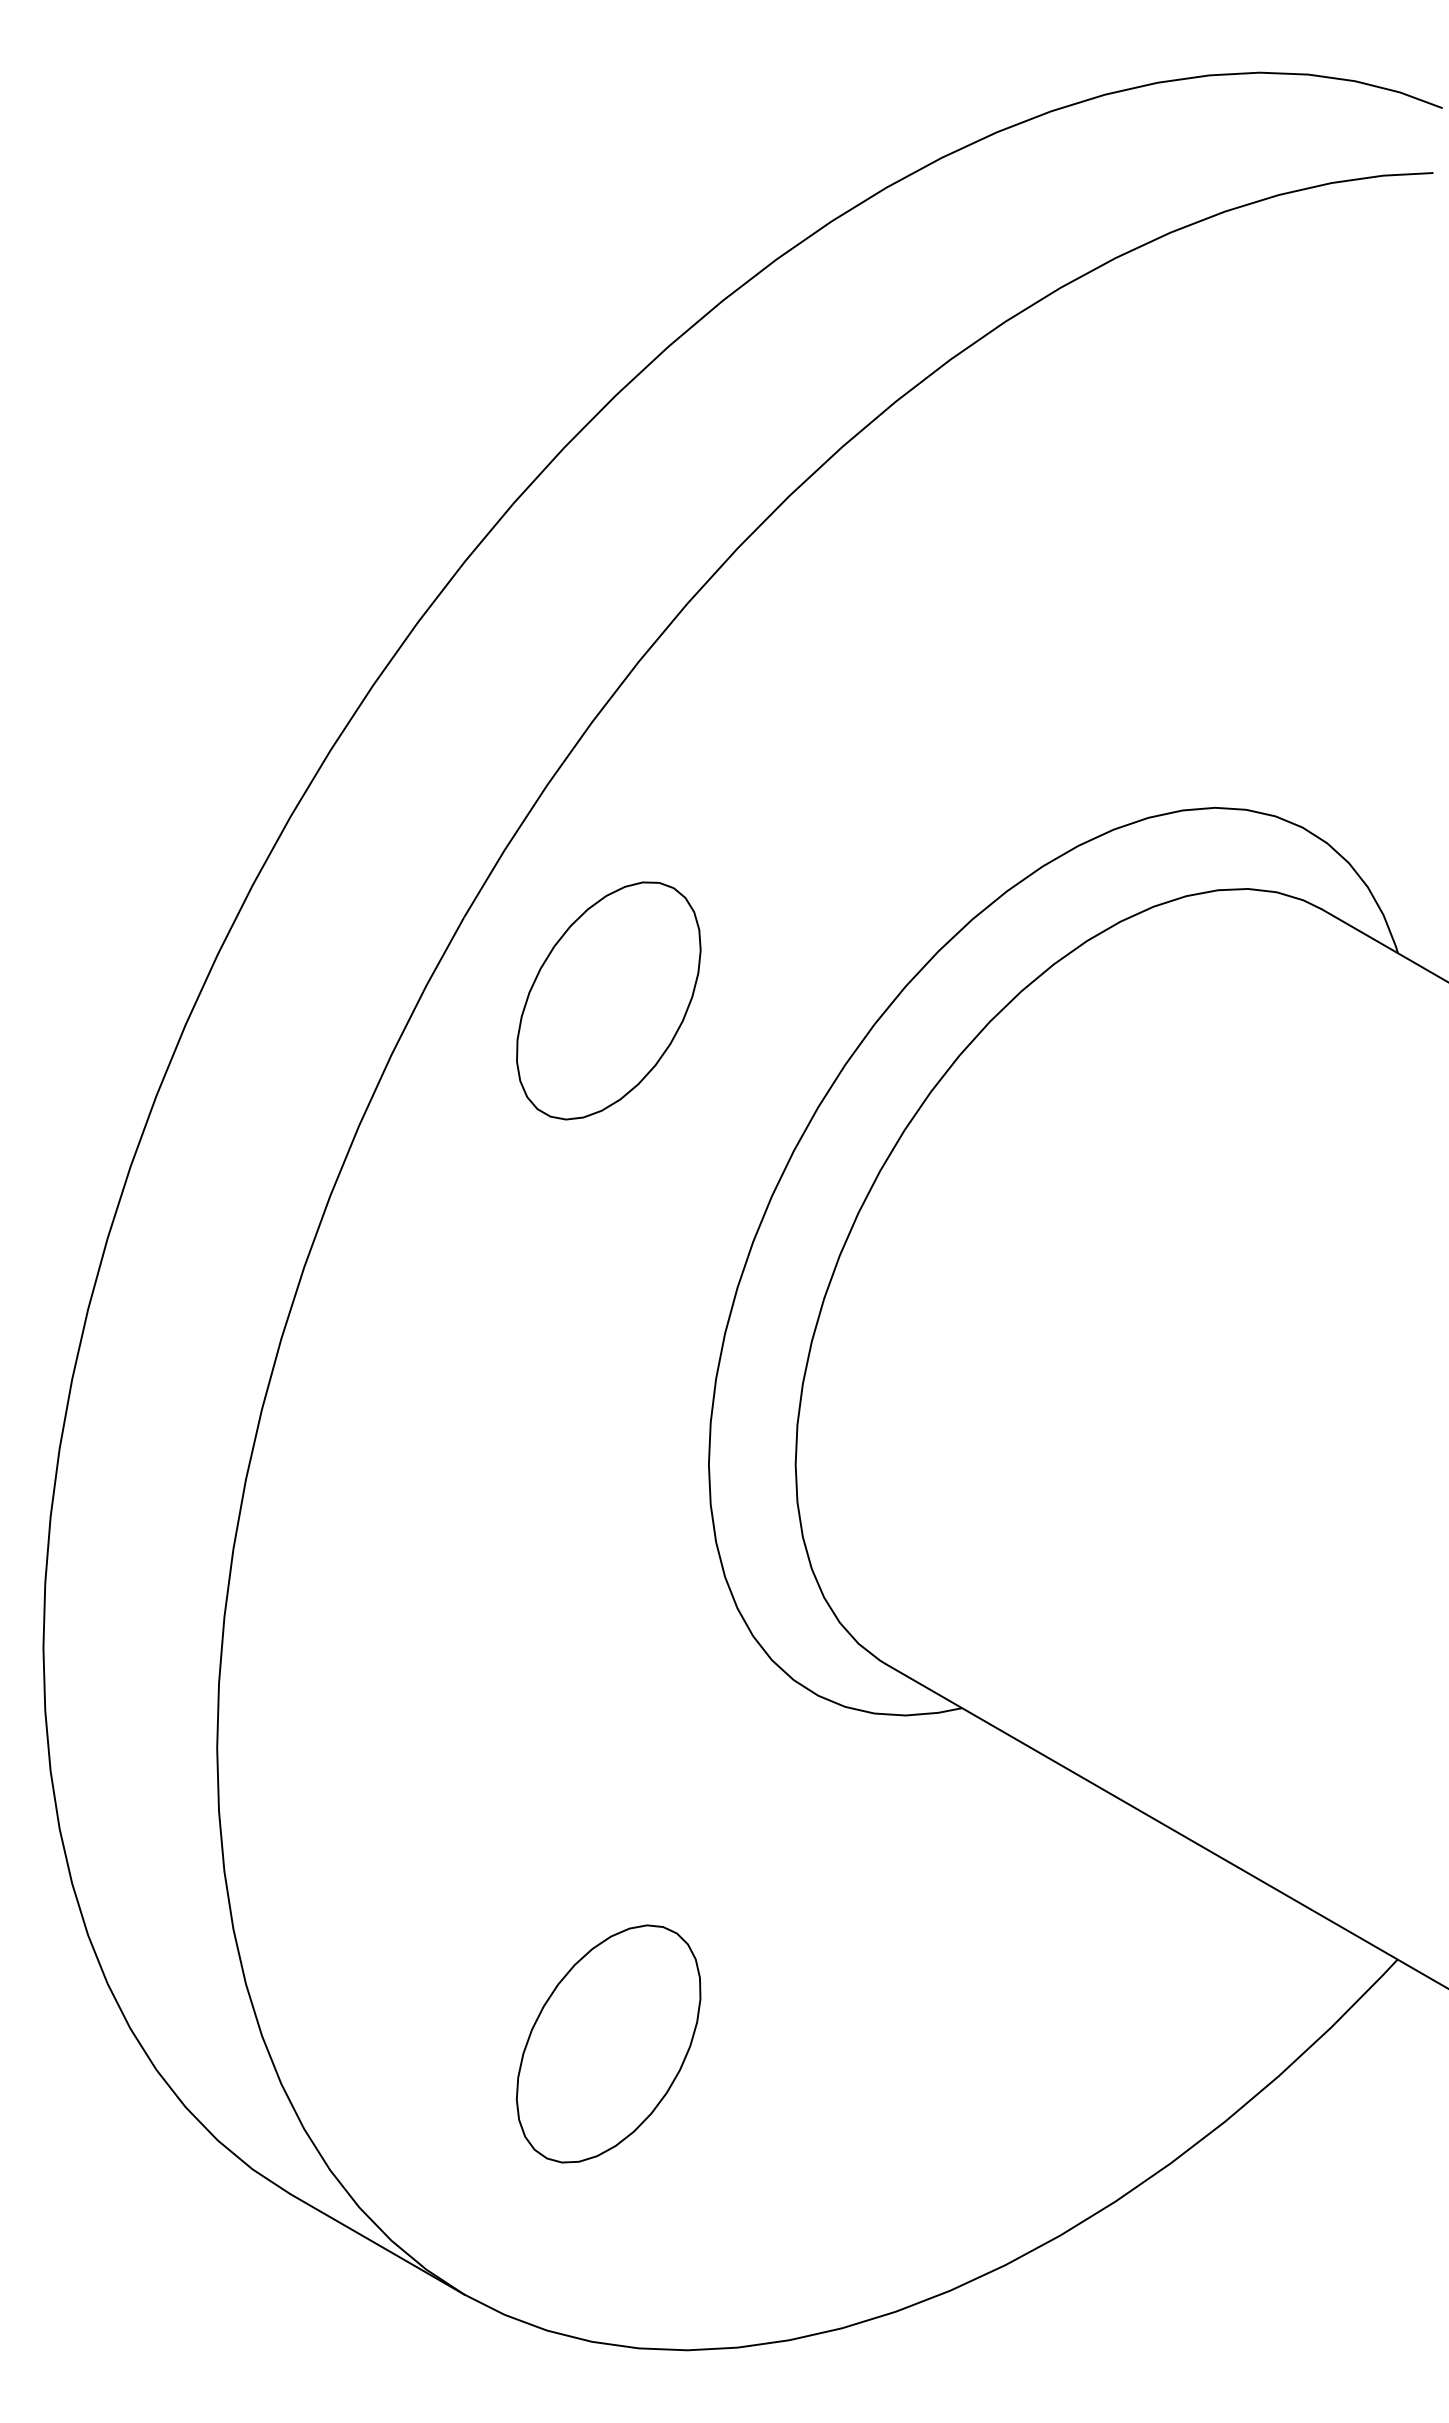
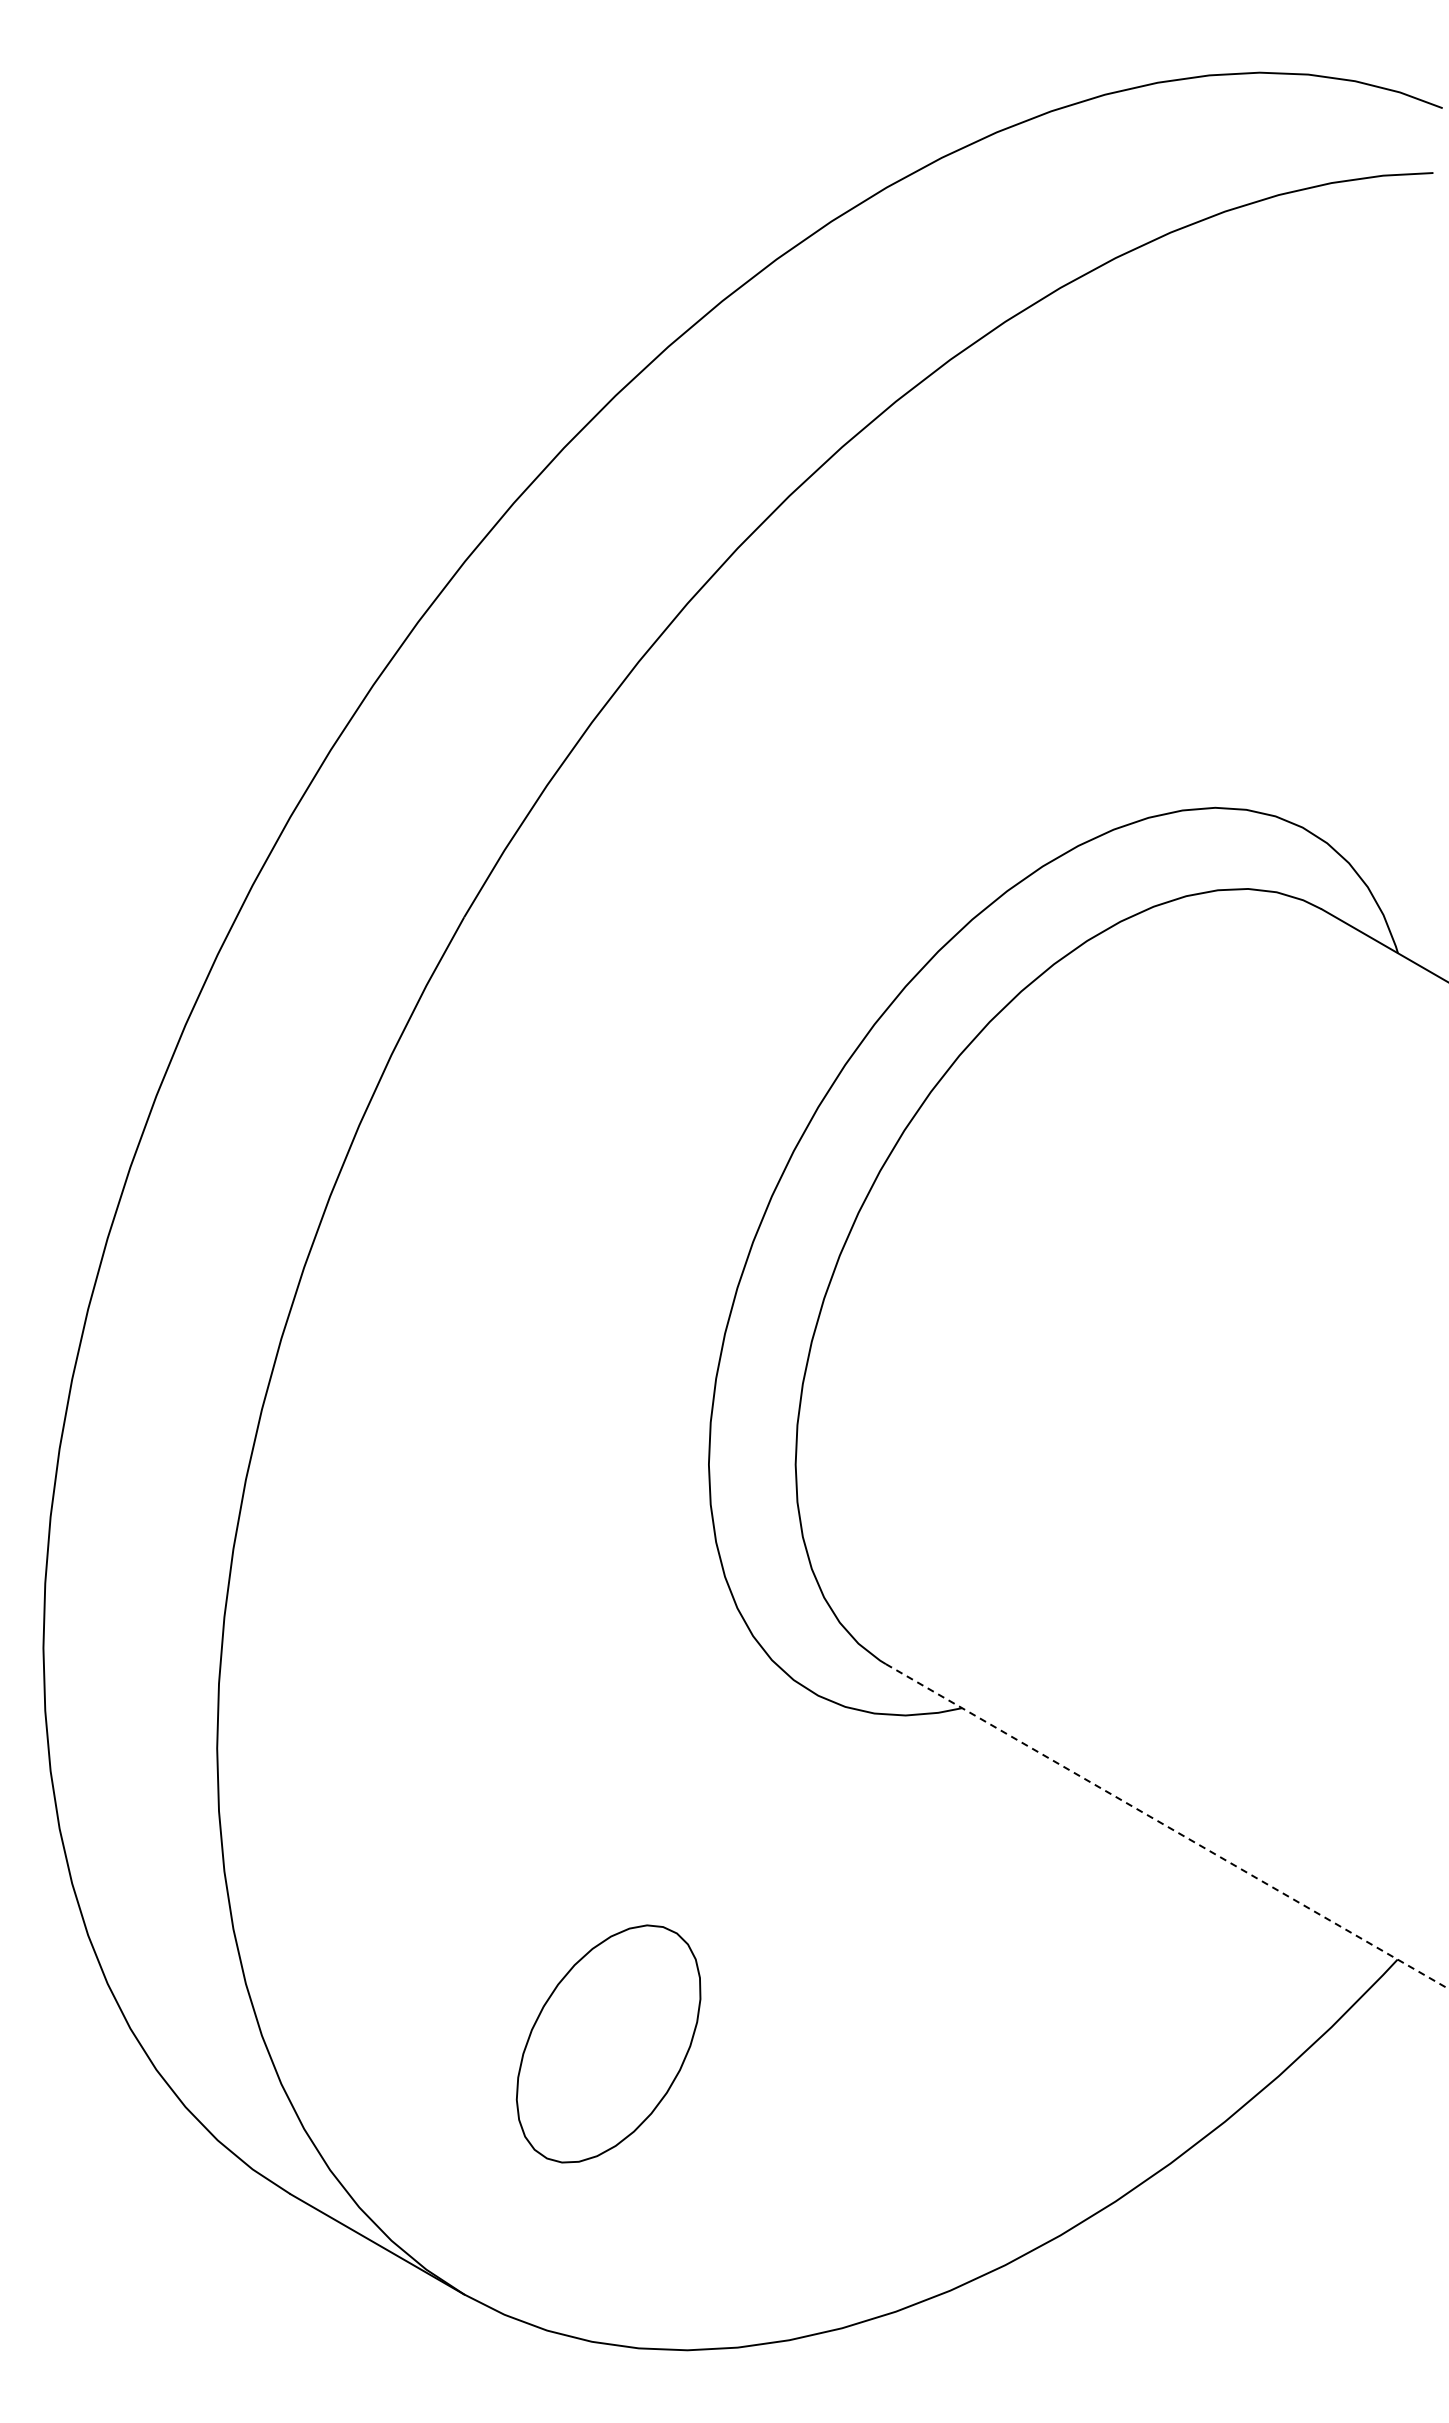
part at (608, 1000): present -> none
line at (1167, 1826): solid -> dashed
